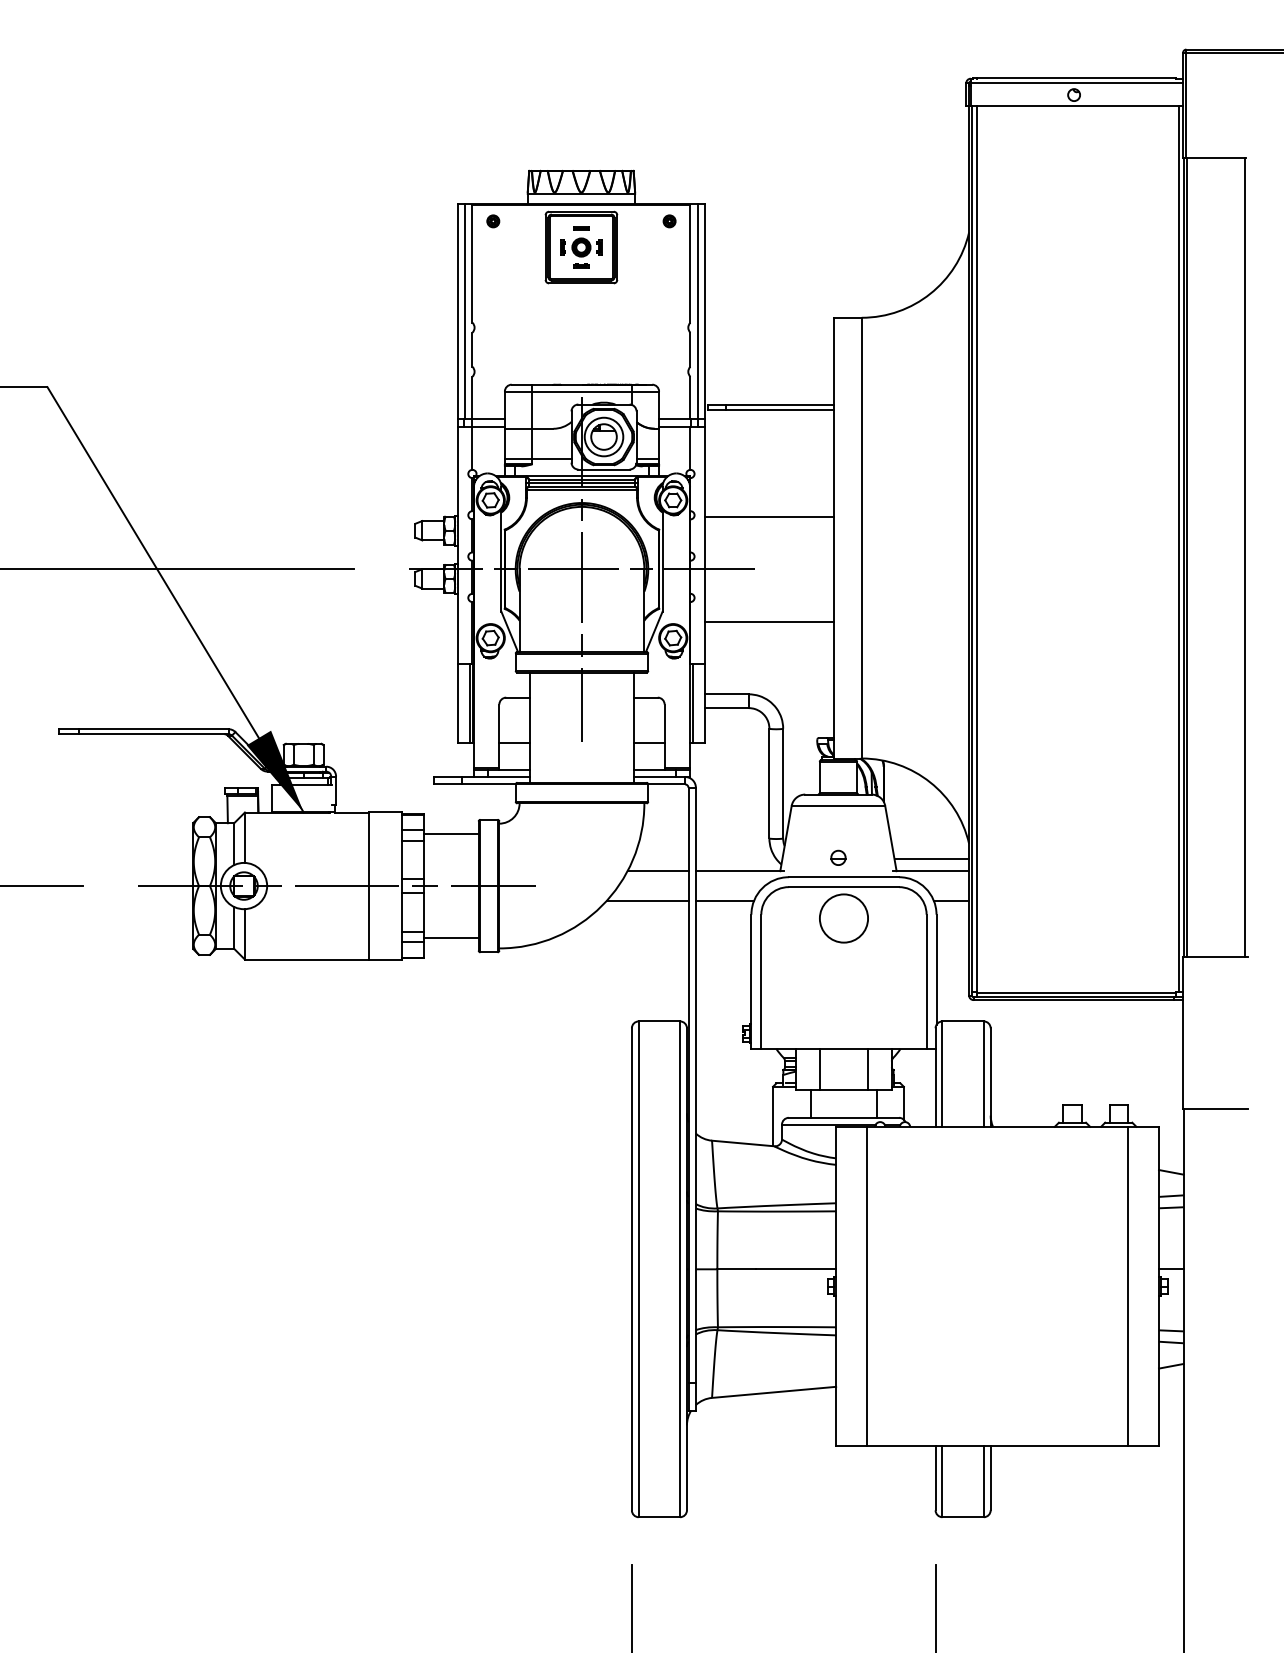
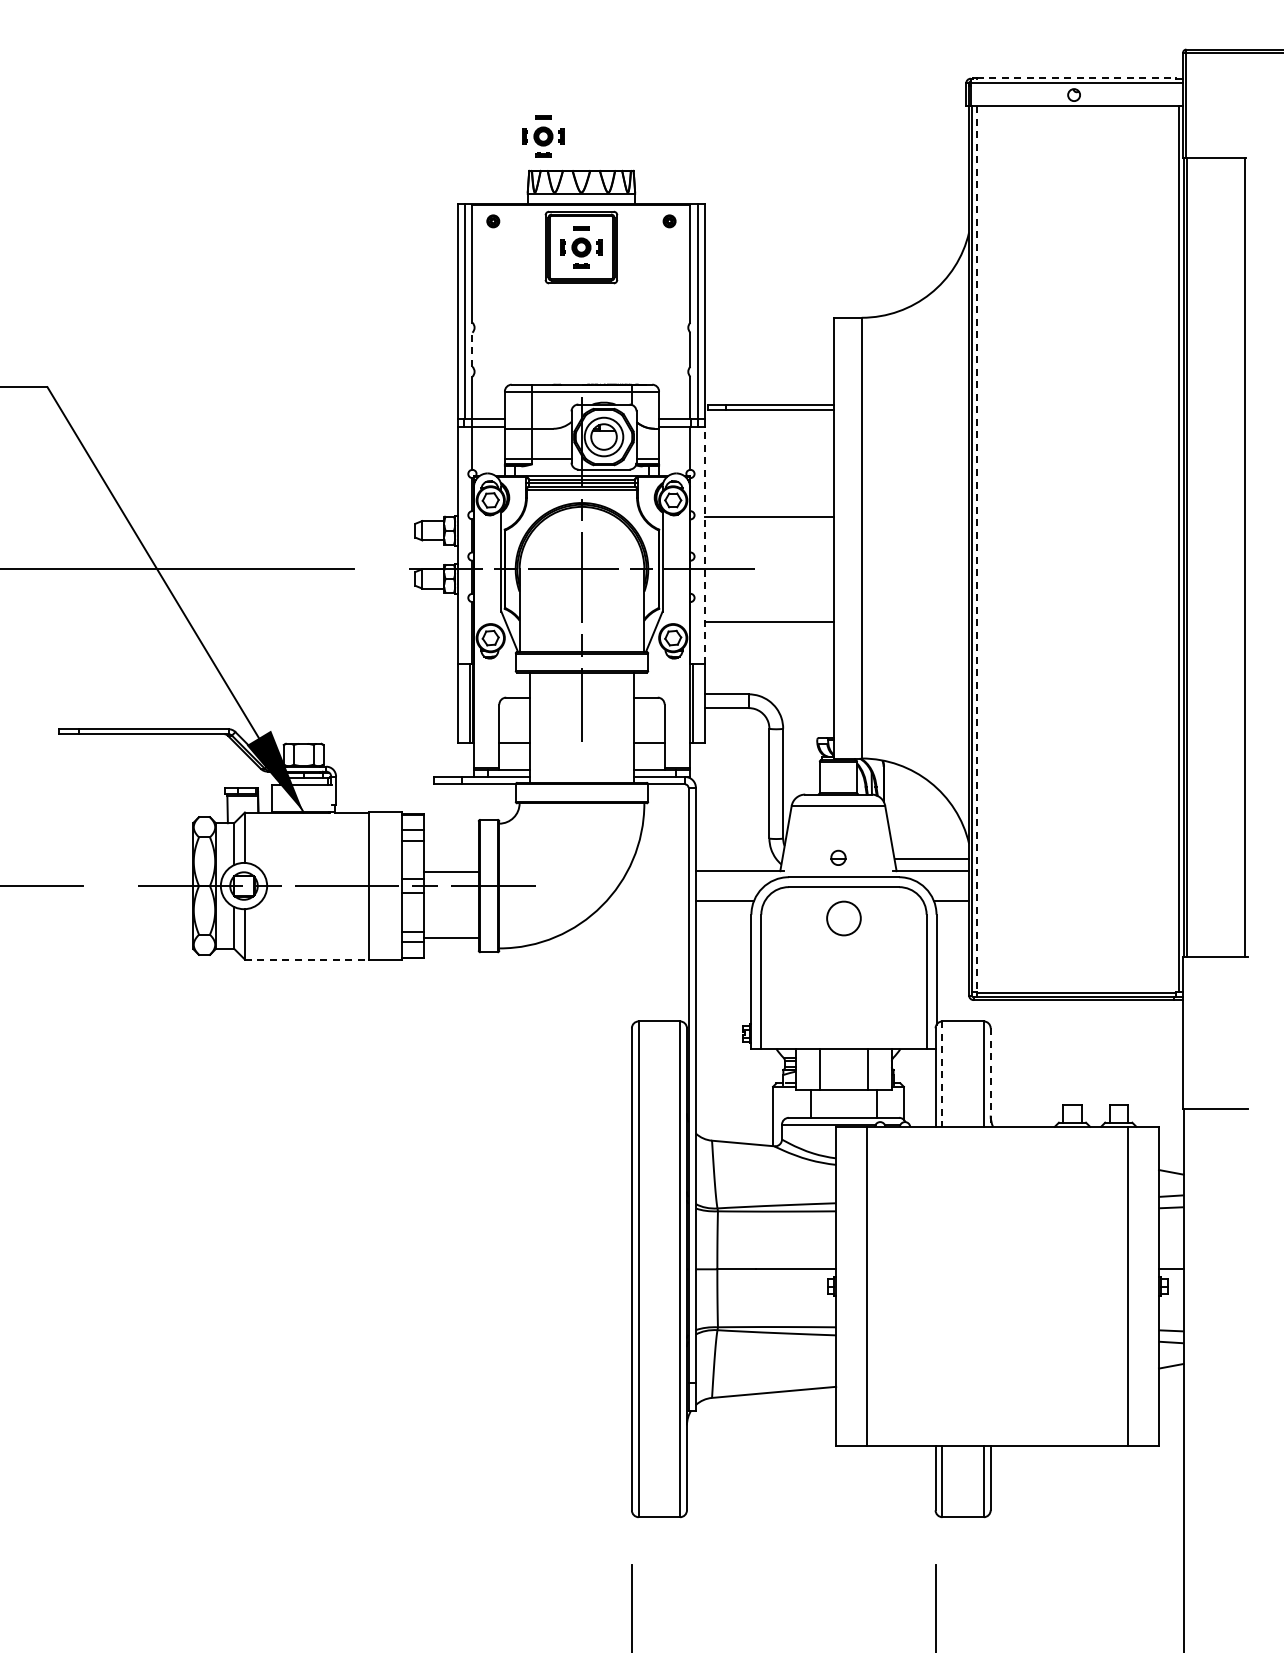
line at (1076, 78): solid -> dashed
part at (543, 136): none -> present
line at (472, 349): solid -> dashed
line at (704, 545): solid -> dashed
line at (976, 549): solid -> dashed
line at (450, 833) position: (450, 833) -> (450, 871)
line at (657, 871): present -> none
line at (647, 900): present -> none
circle at (843, 918) diameter: 48 px -> 34 px
line at (306, 959): solid -> dashed
line at (942, 1074): solid -> dashed
line at (990, 1078): solid -> dashed
